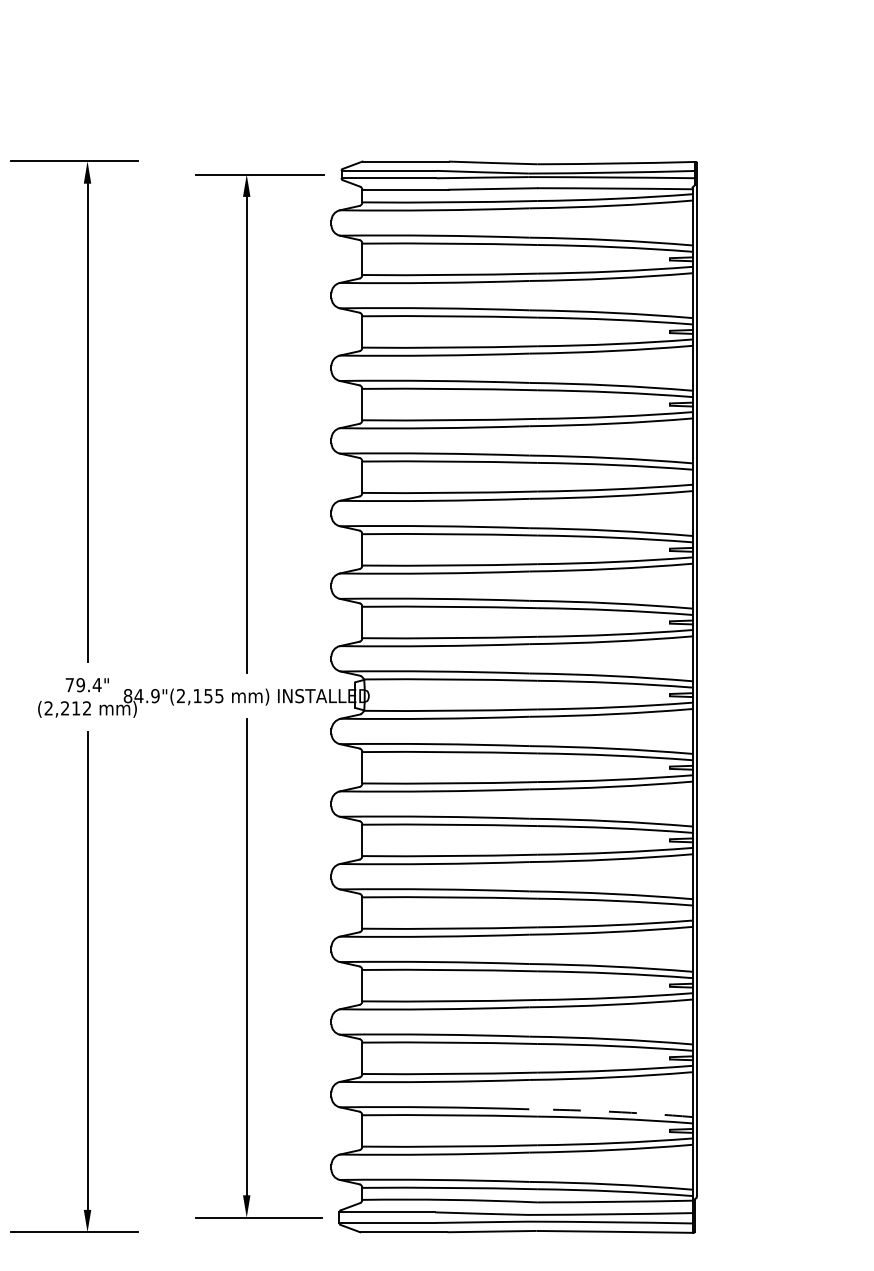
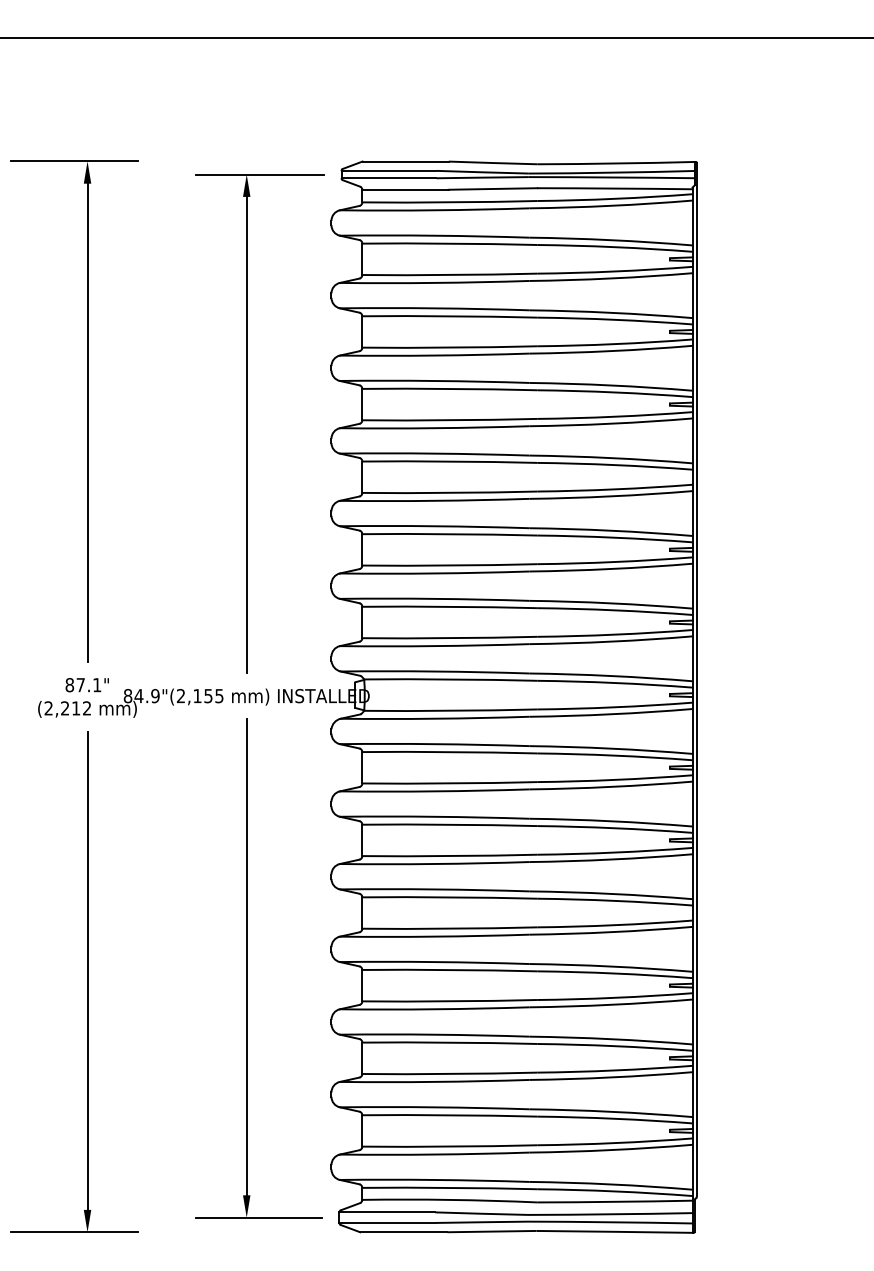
line at (436, 38): none -> present
text at (83, 685): 79.4" -> 87.1"
arc at (611, 1111): dashed -> solid
